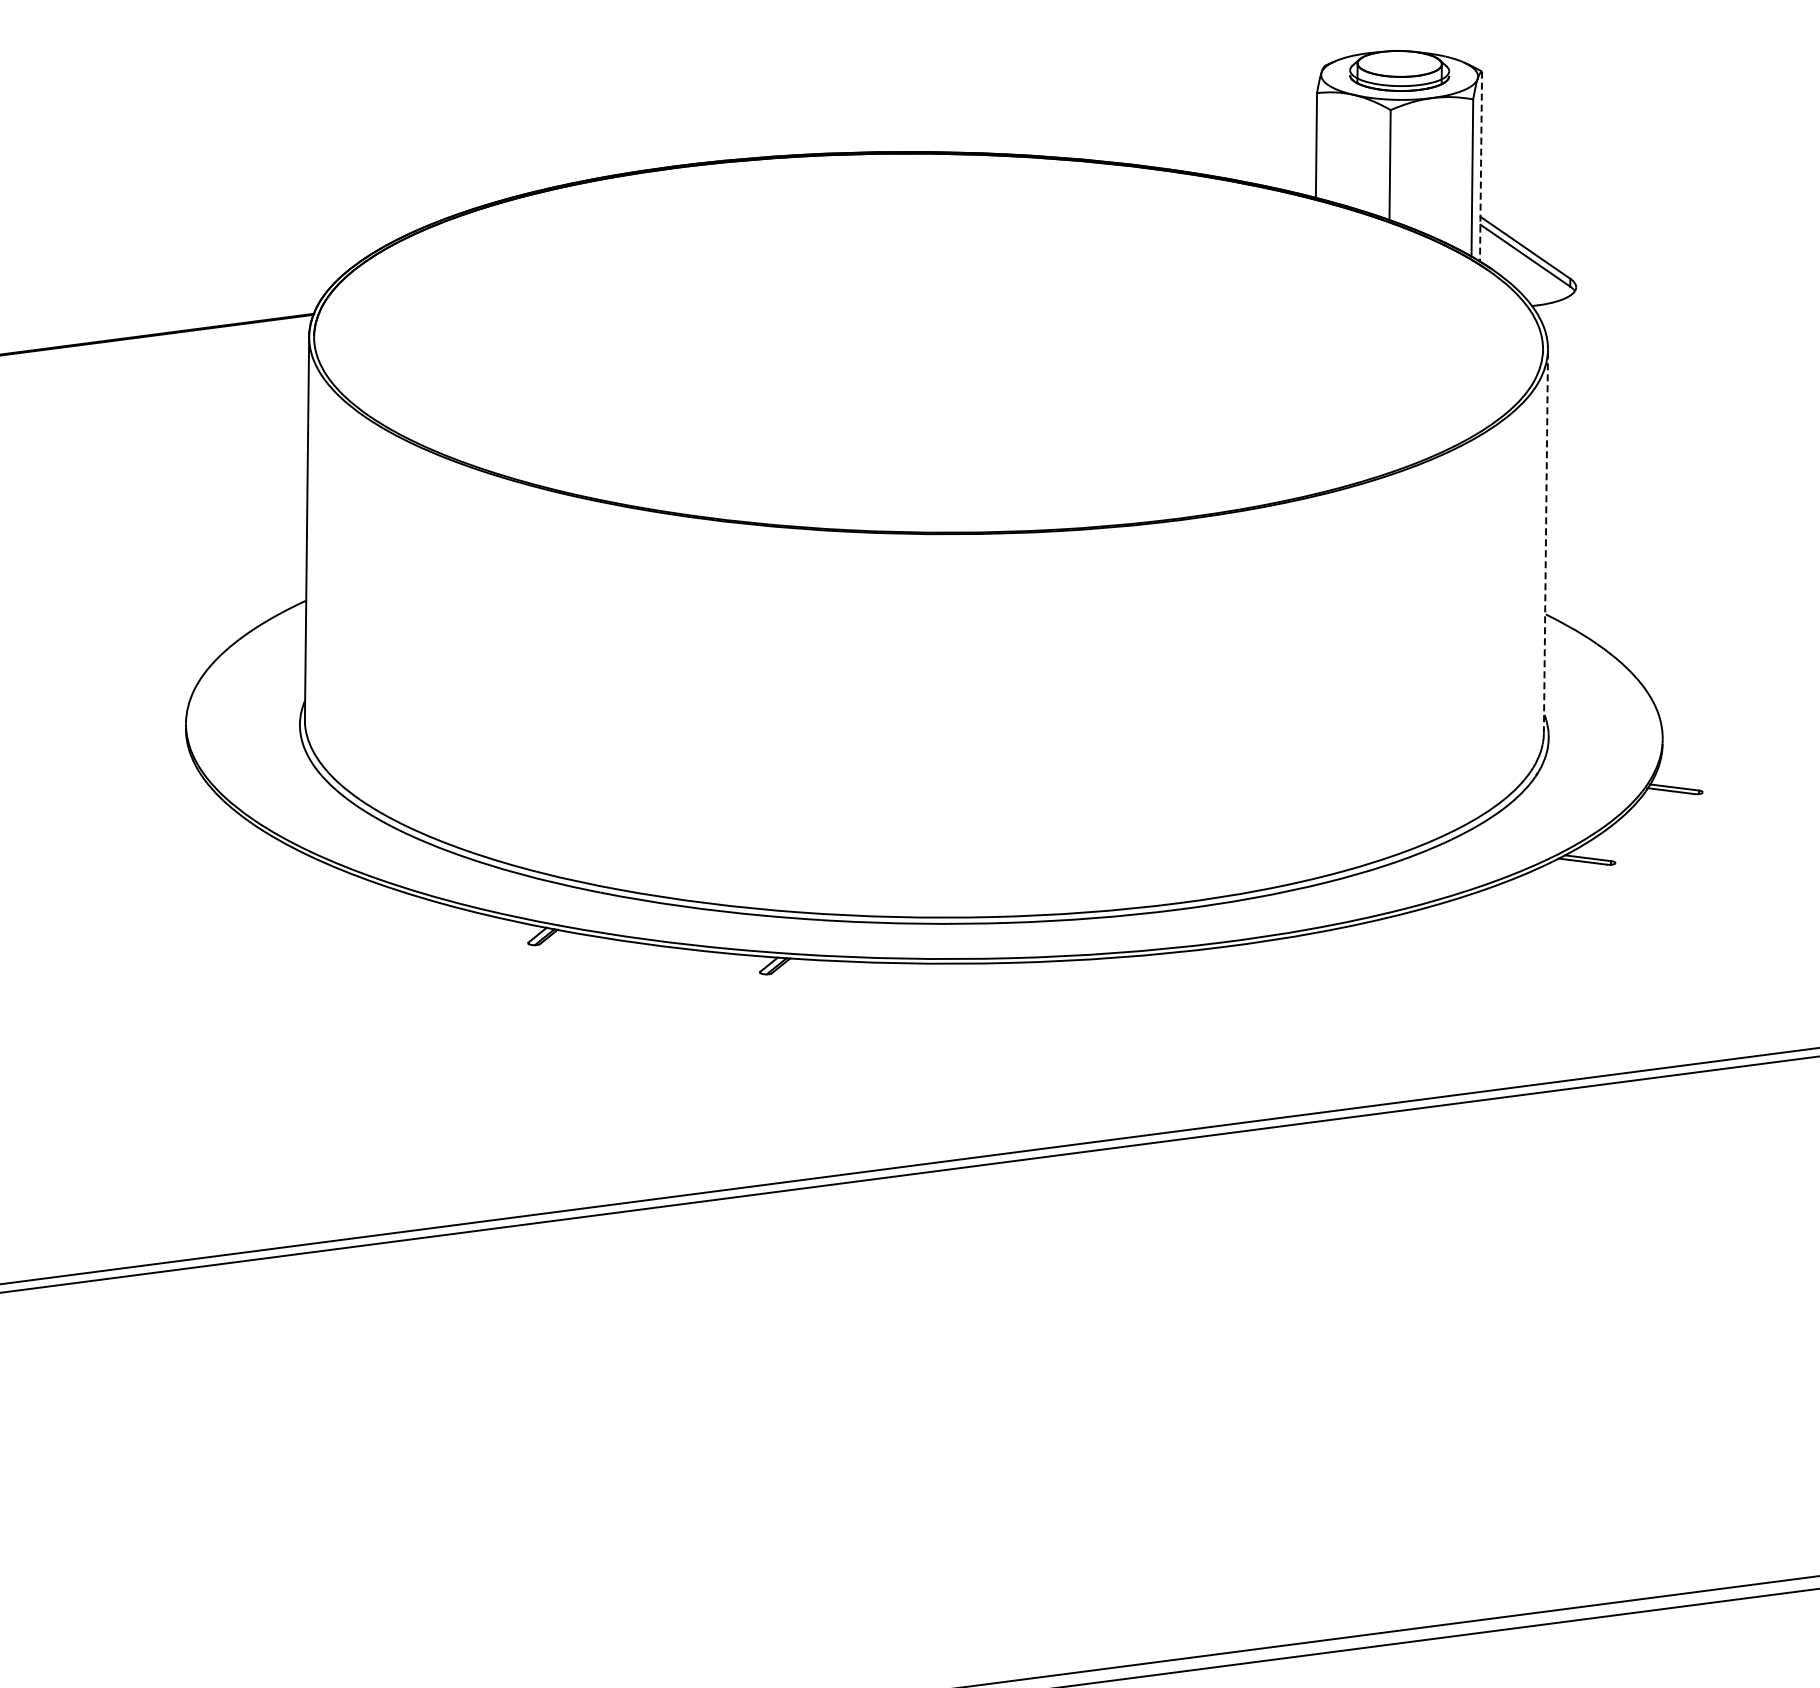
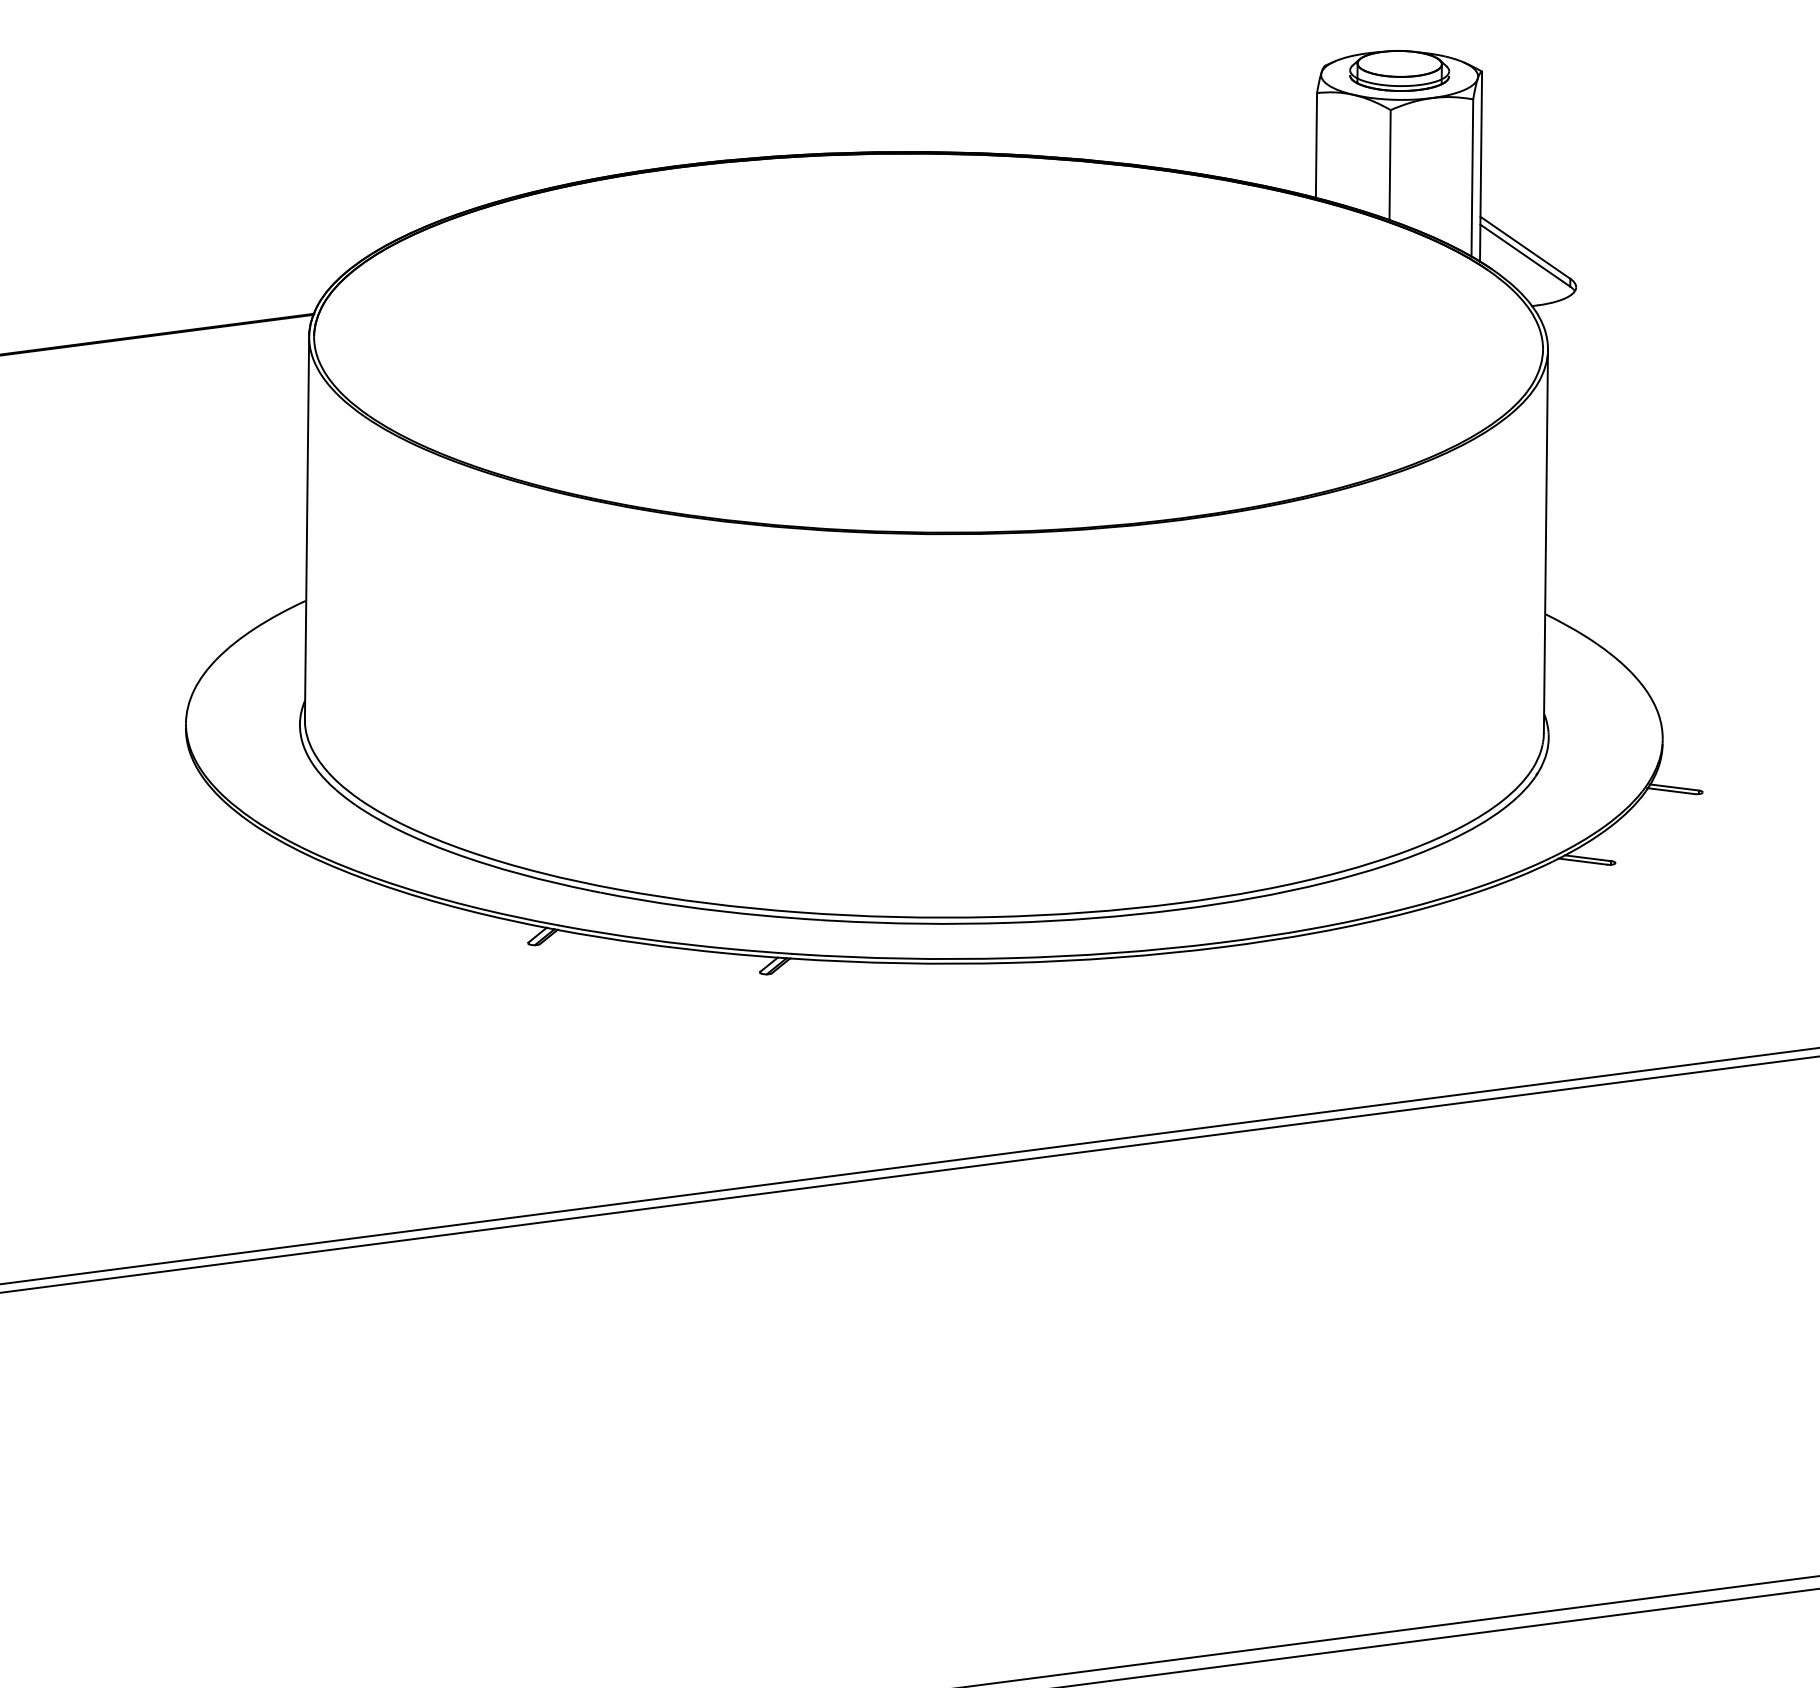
line at (1481, 167): dashed -> solid
line at (1545, 541): dashed -> solid
